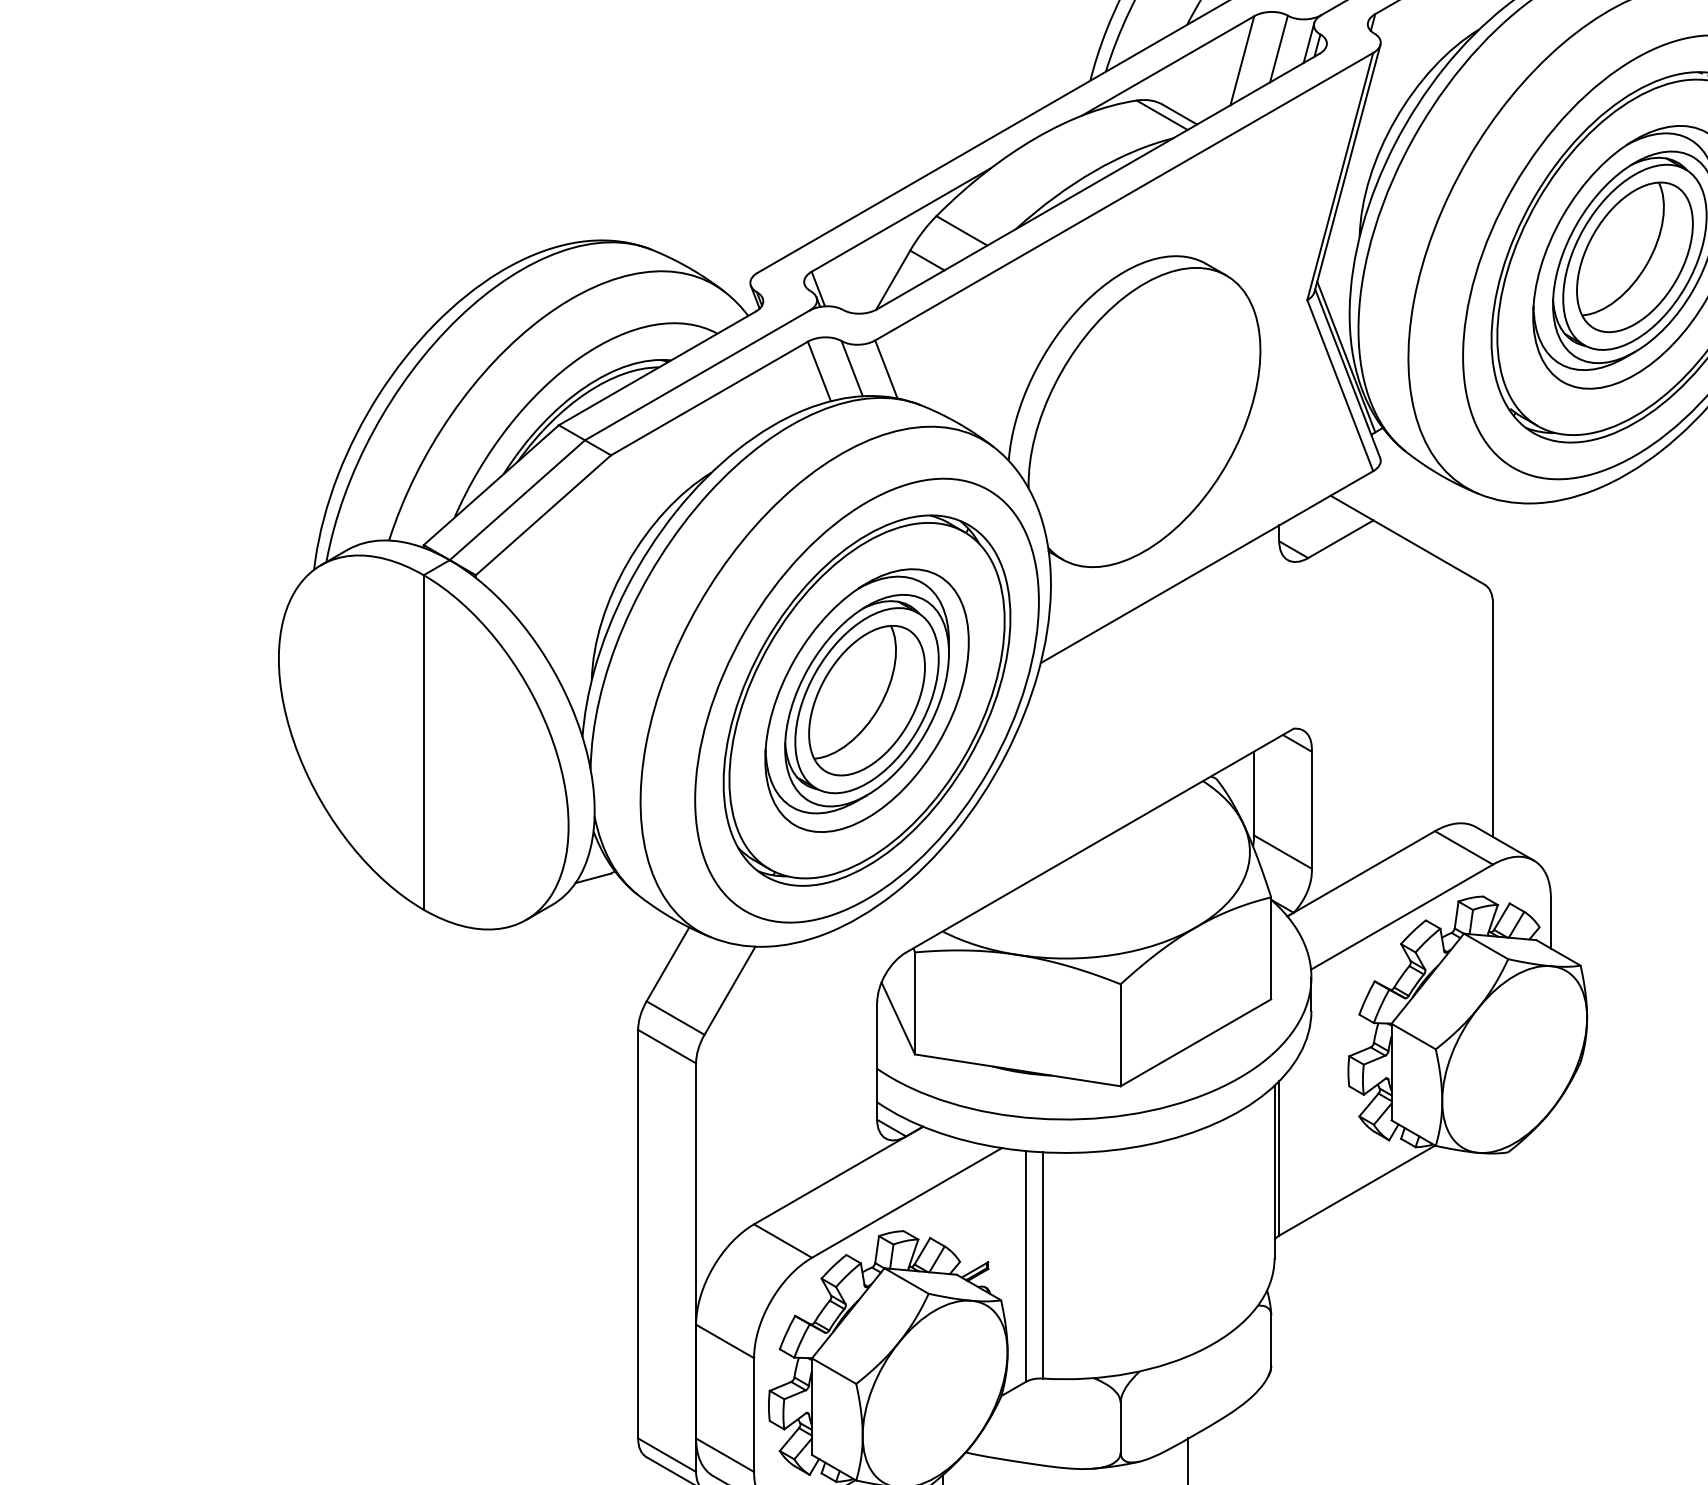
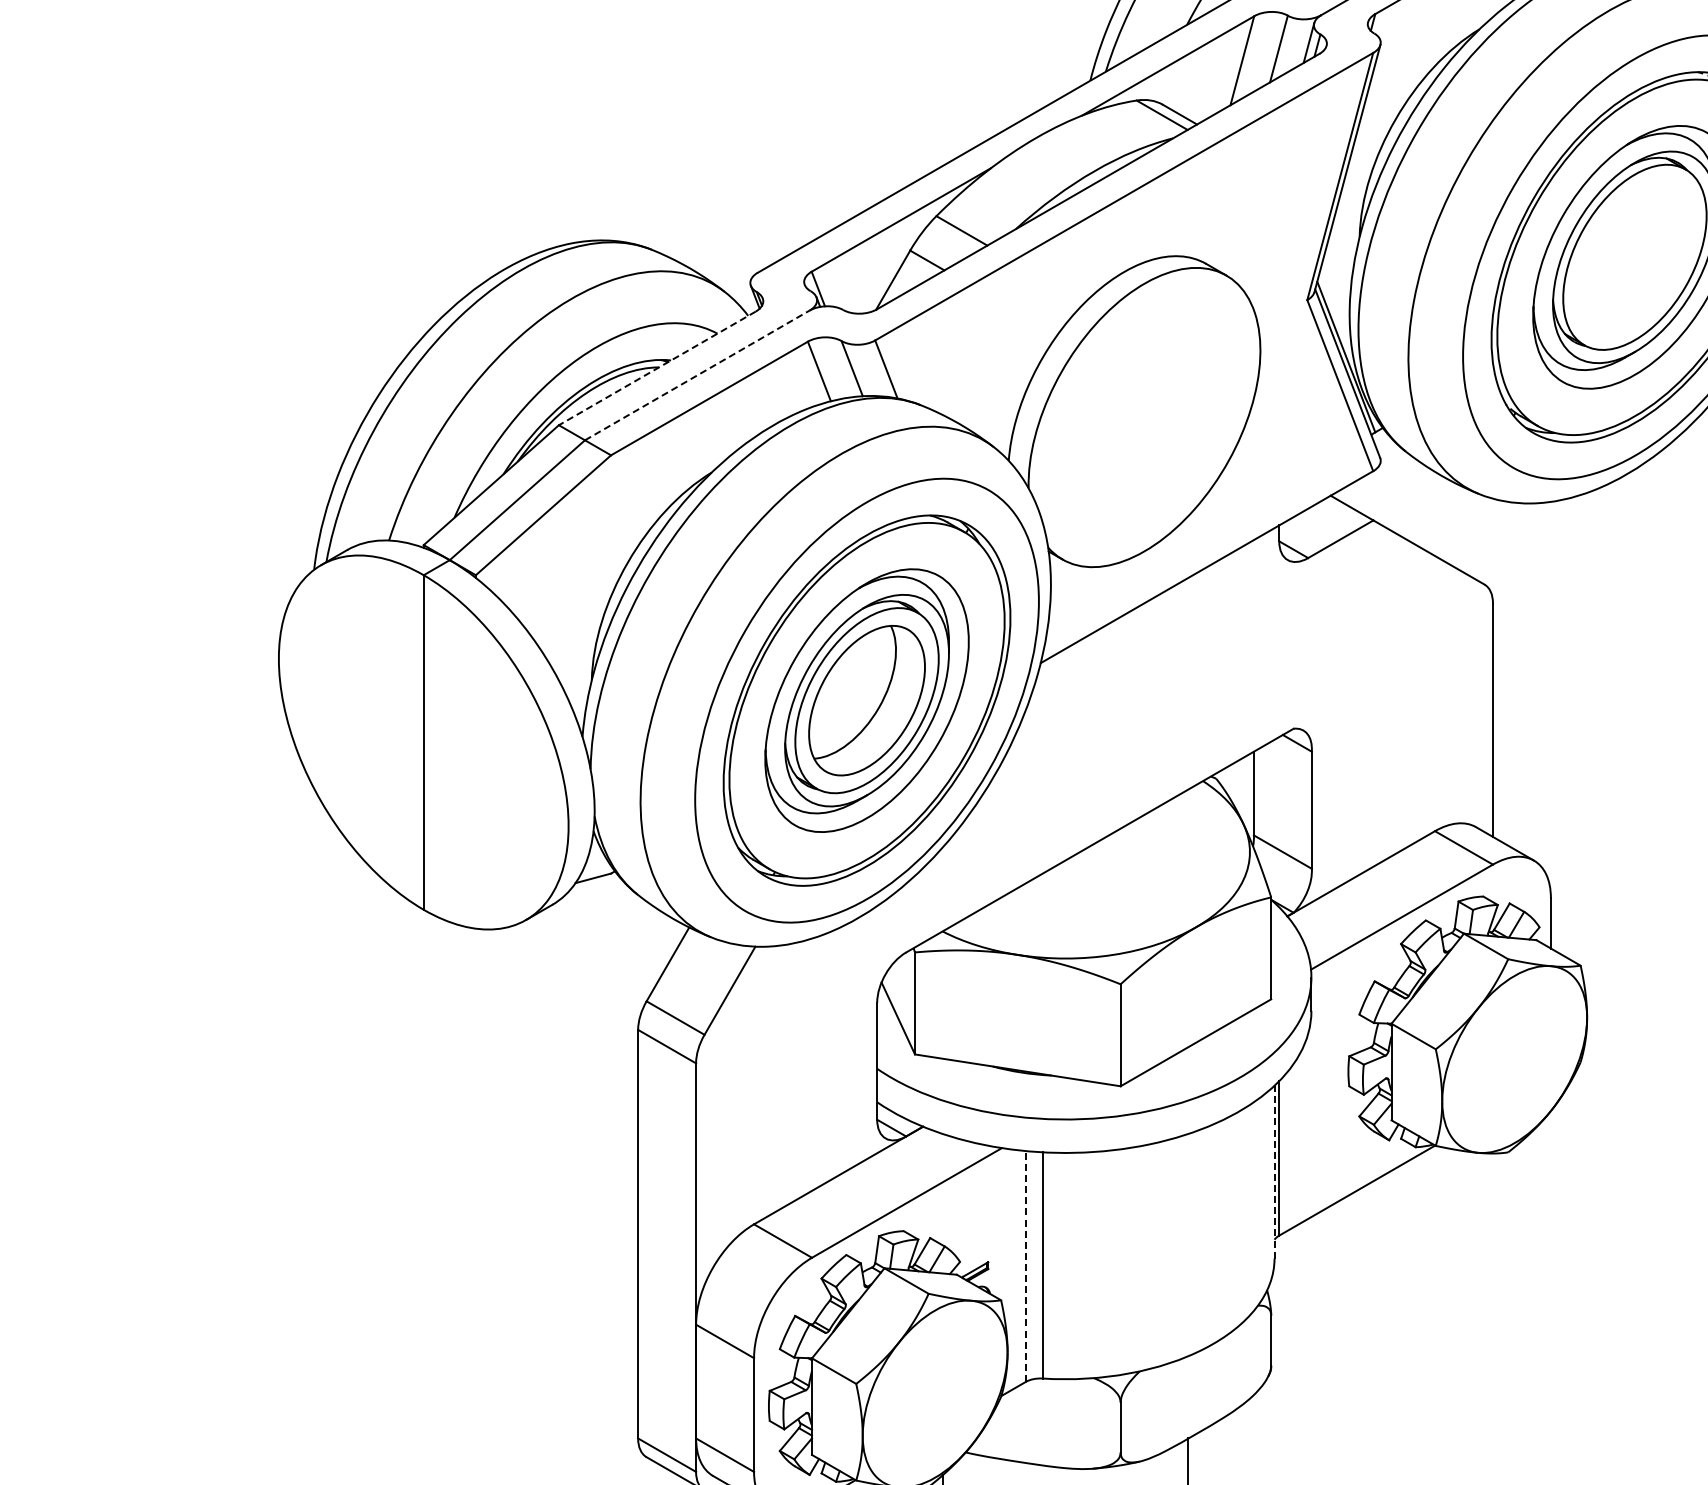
part at (1634, 257): present -> none
line at (657, 368): solid -> dashed
line at (697, 375): solid -> dashed
line at (1274, 1171): solid -> dashed
line at (1025, 1266): solid -> dashed
